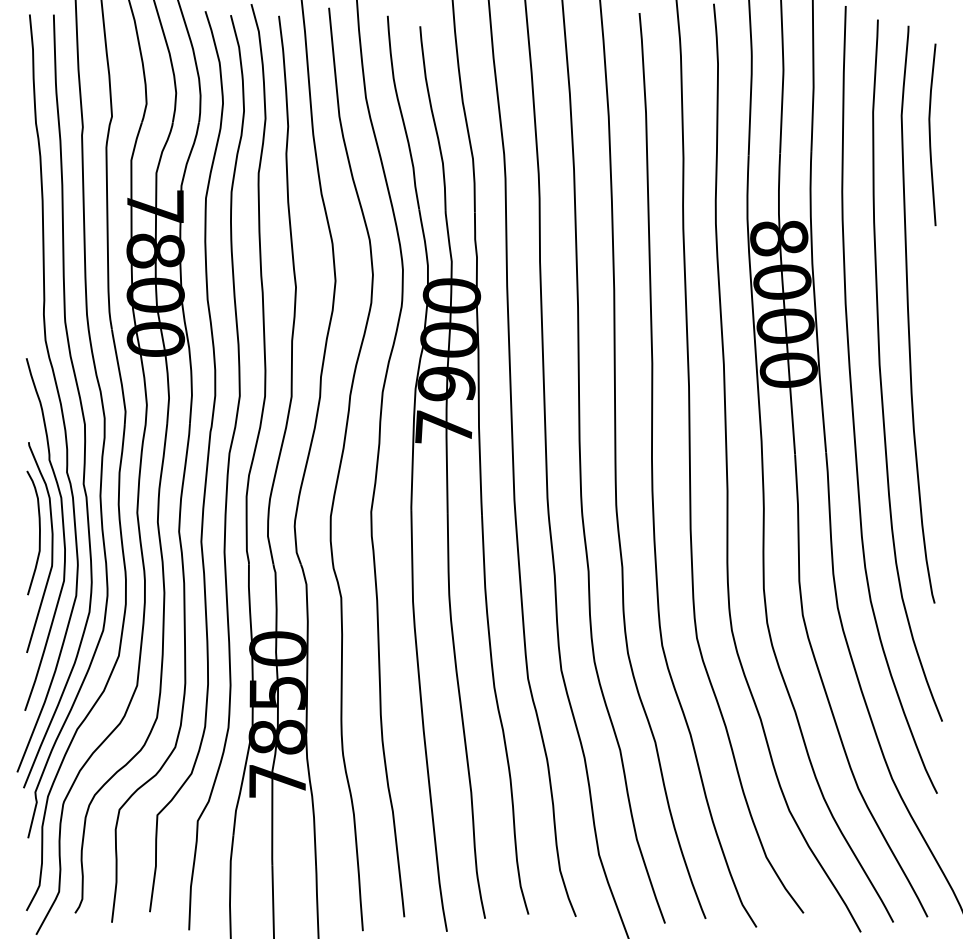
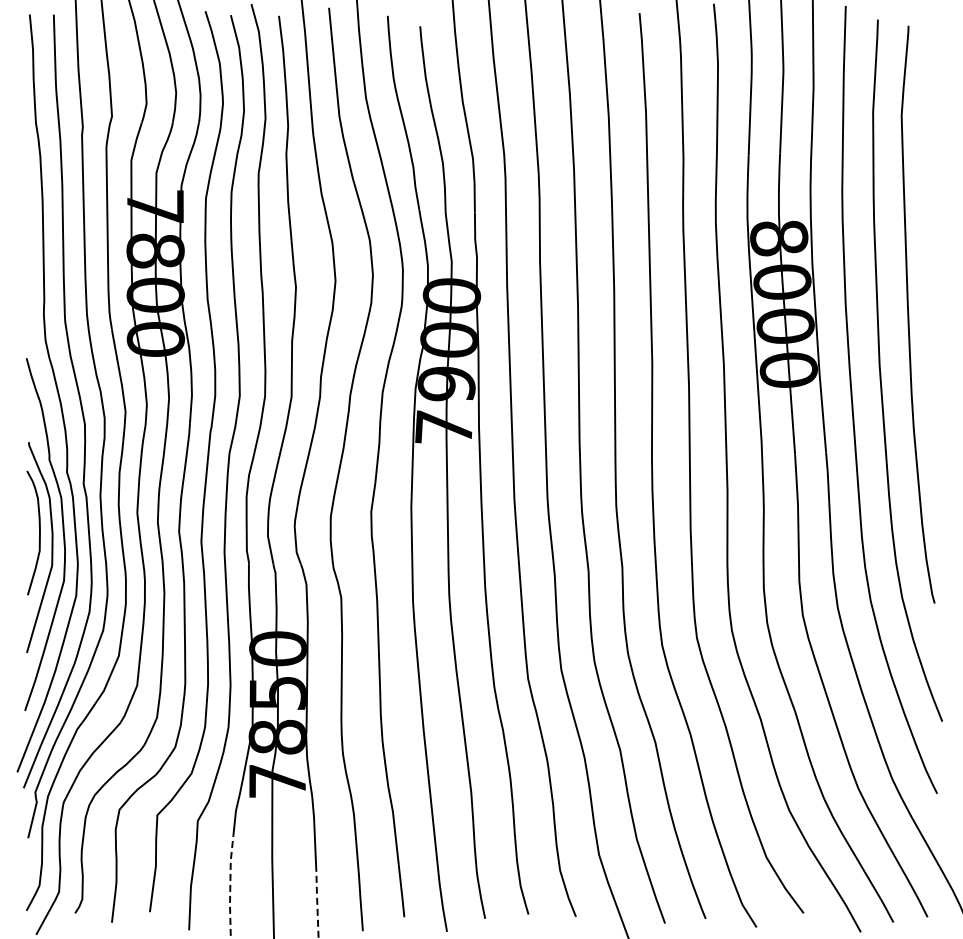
curve at (930, 134): present -> none
line at (230, 886): solid -> dashed
line at (317, 900): solid -> dashed
